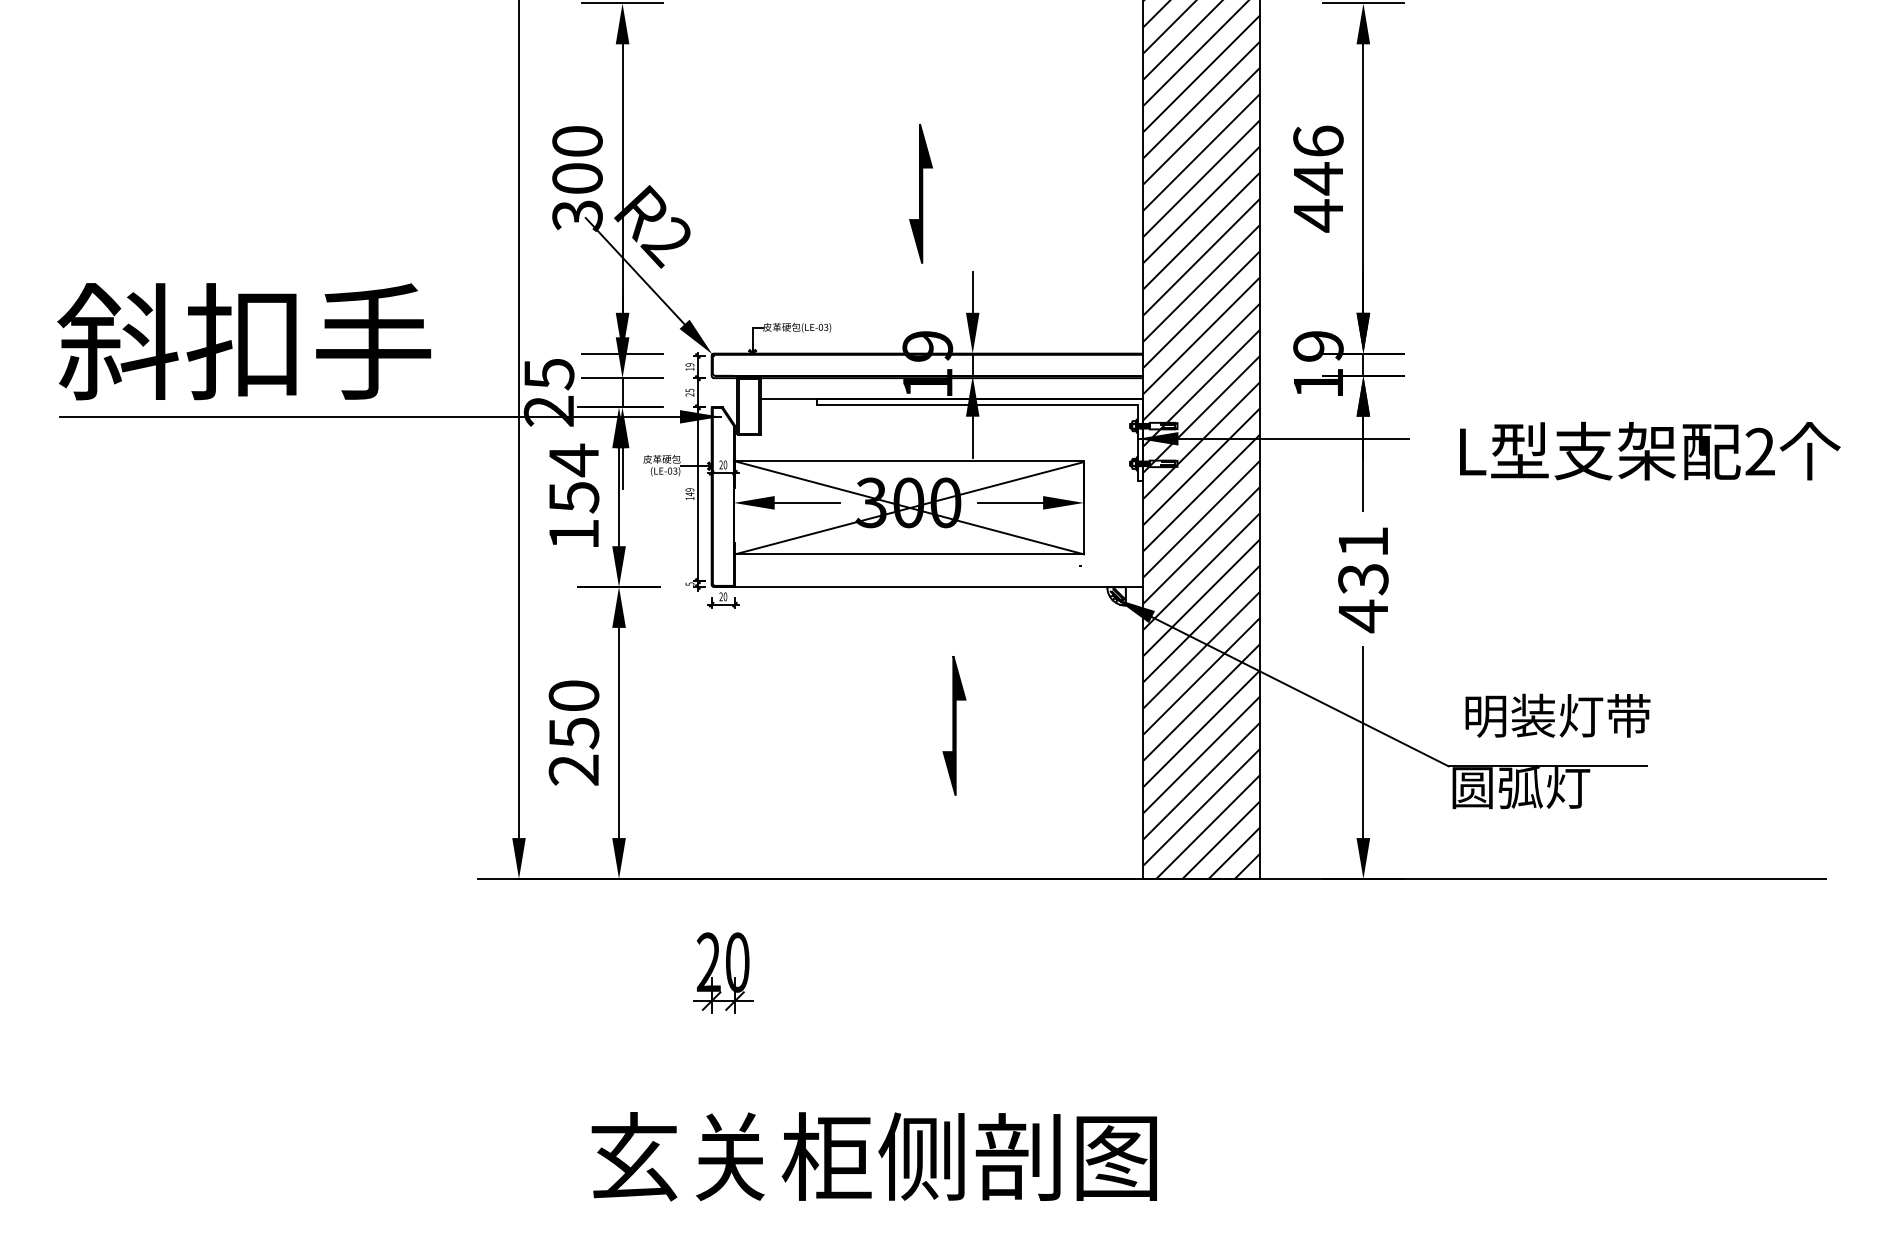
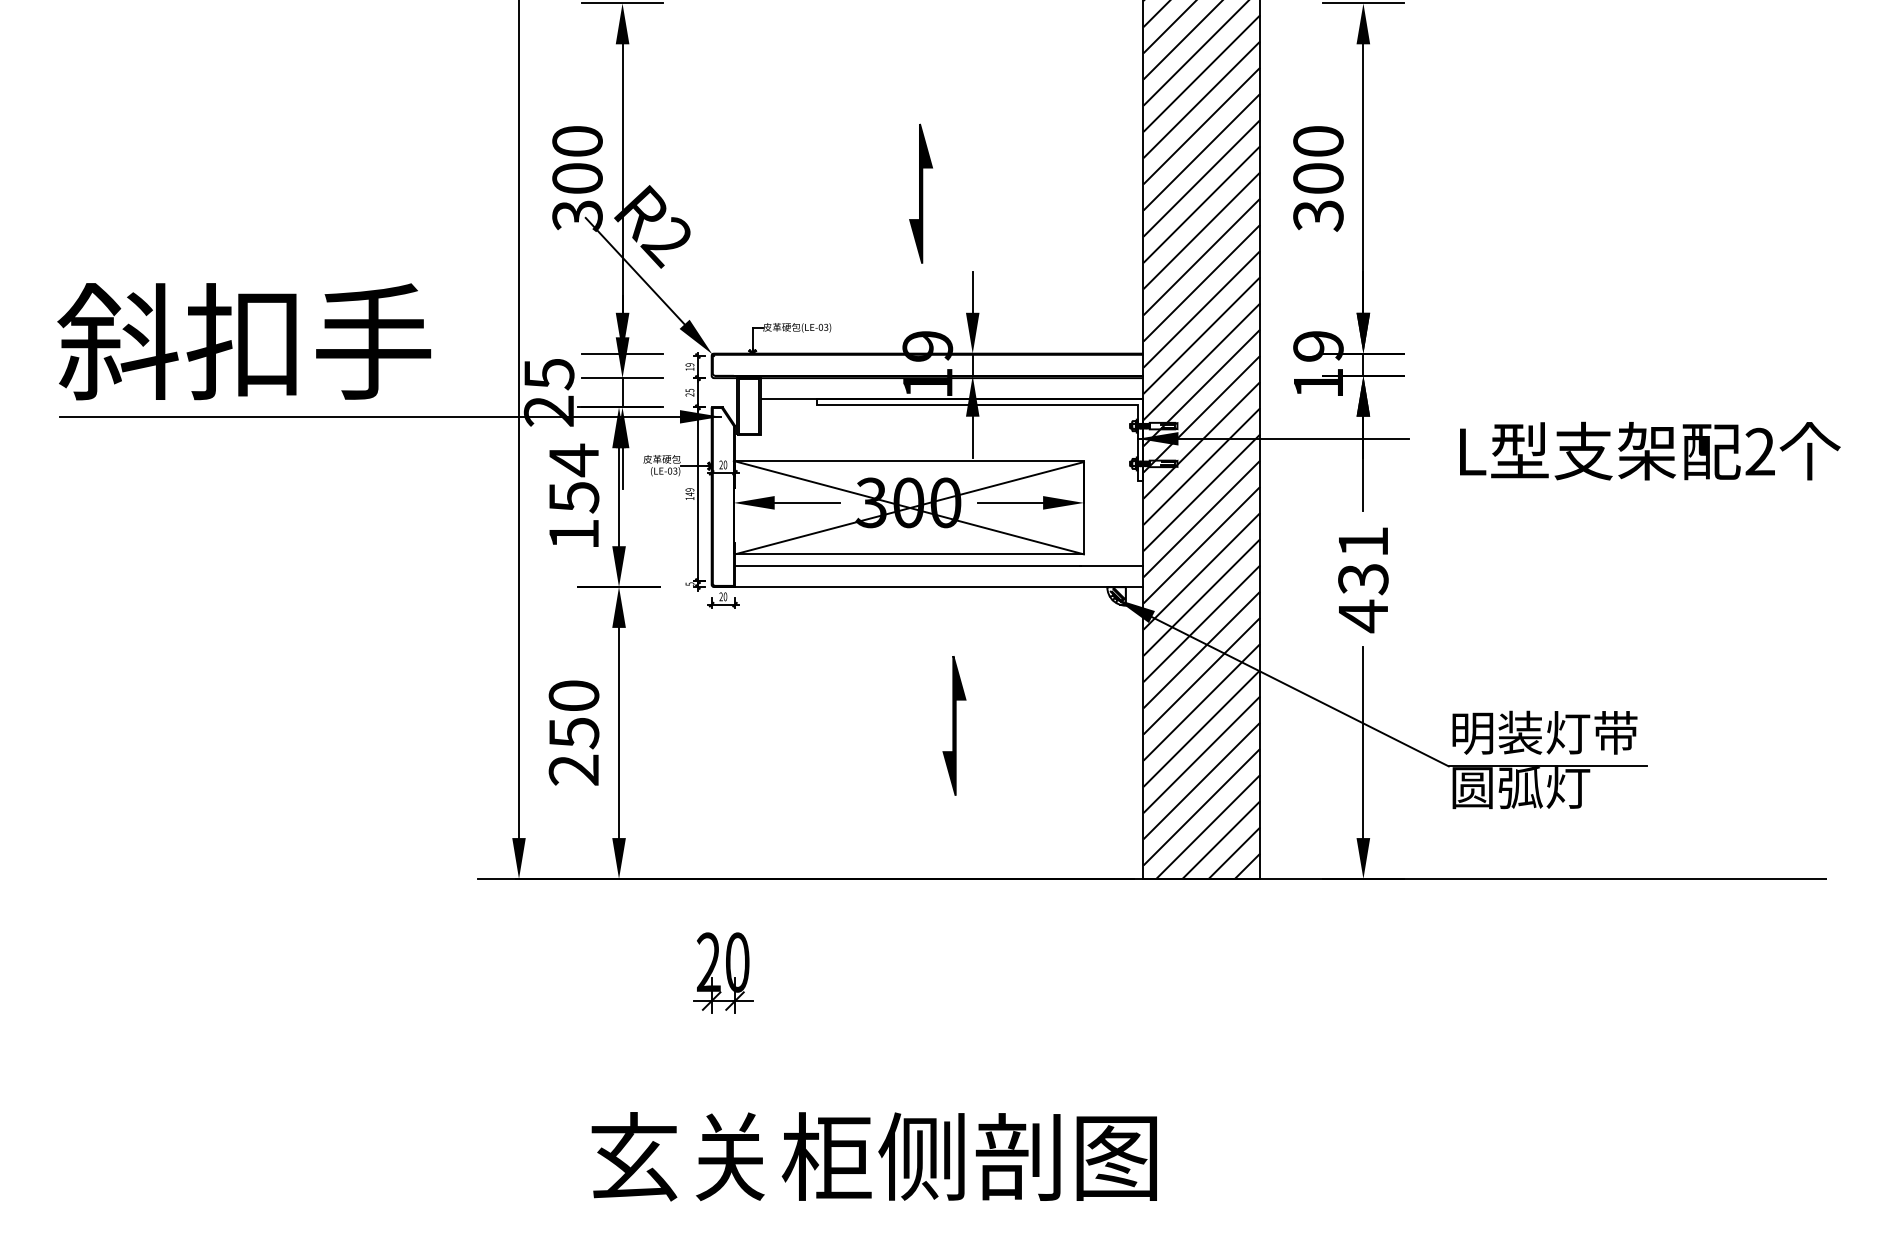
text at (1318, 178): 446 -> 300
line at (939, 566): none -> present
text at (1557, 715) position: (1557, 715) -> (1544, 732)
